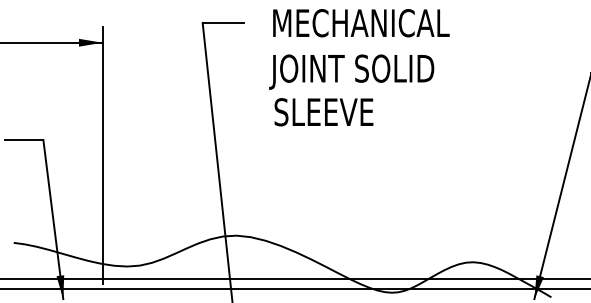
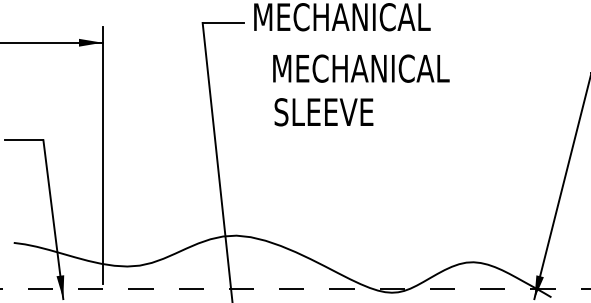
text at (361, 23) position: (361, 23) -> (342, 17)
text at (359, 71): JOINT SOLID -> MECHANICAL
line at (294, 278): present -> none
line at (295, 288): solid -> dashed
